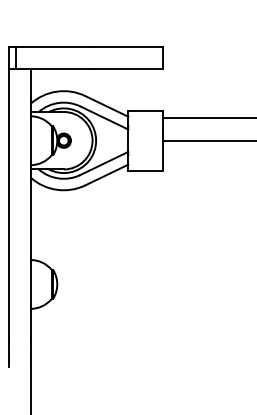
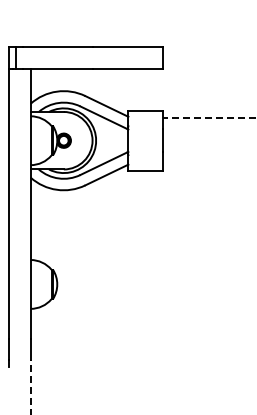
line at (209, 117): solid -> dashed
line at (207, 140): present -> none
line at (30, 386): solid -> dashed
